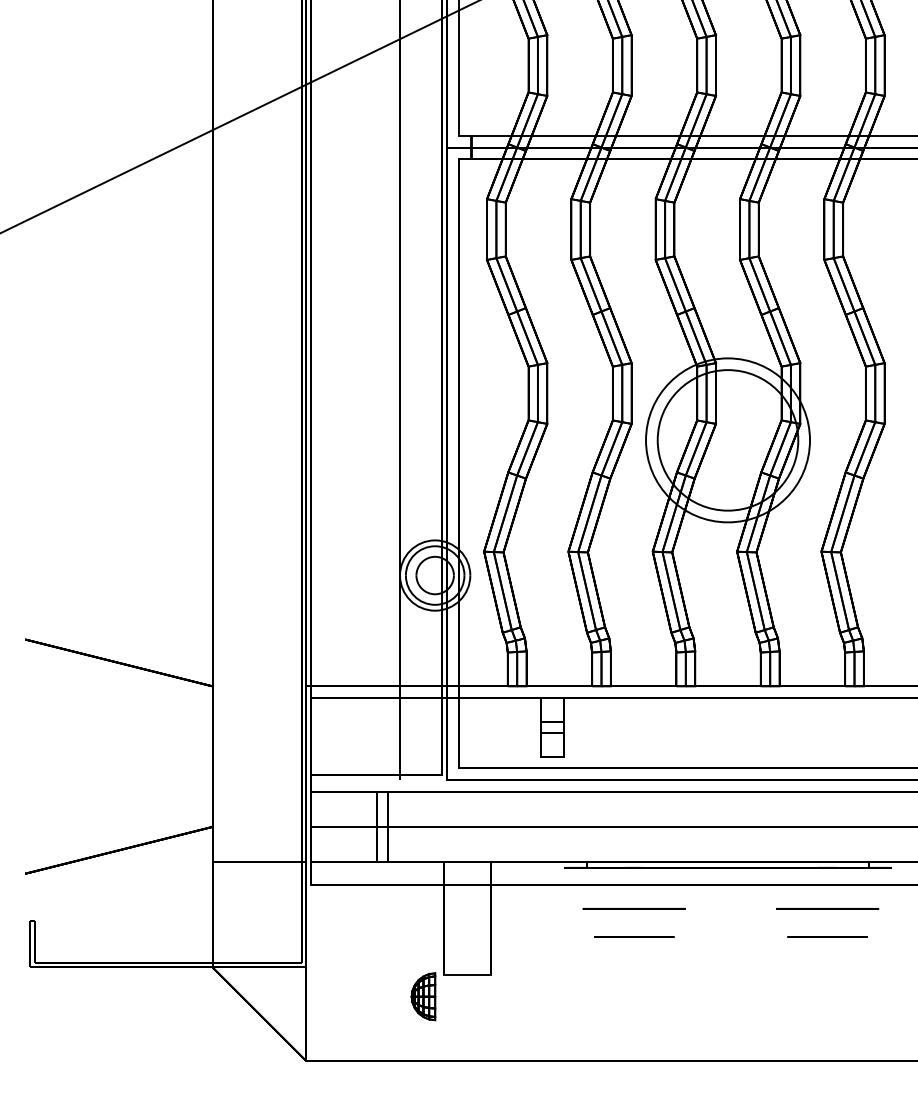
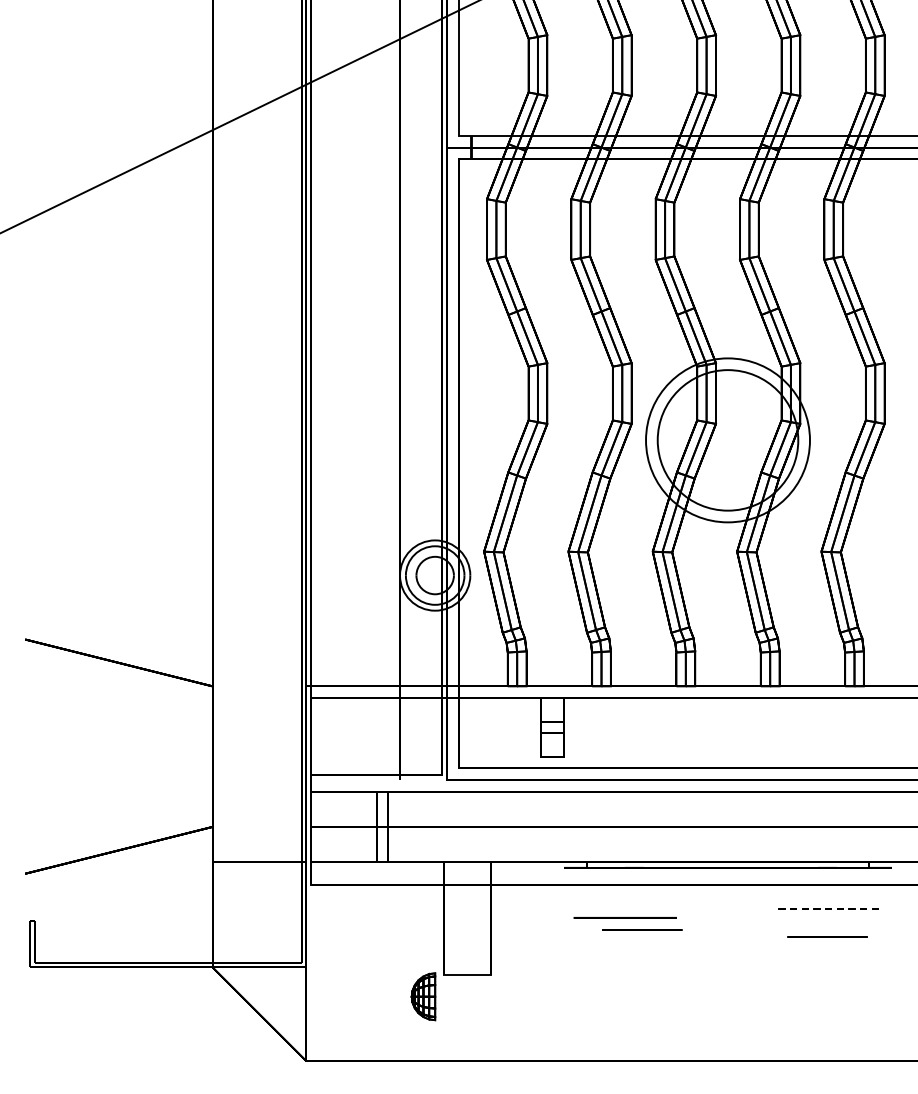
circle at (633, 908) position: (633, 908) -> (624, 917)
circle at (827, 908): solid -> dashed
line at (634, 936) position: (634, 936) -> (642, 929)
